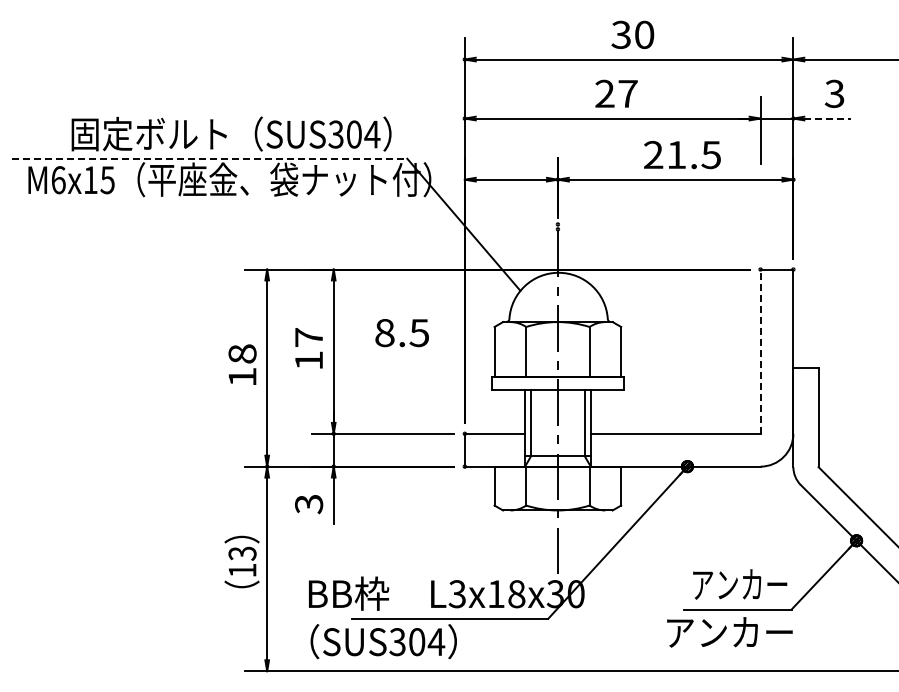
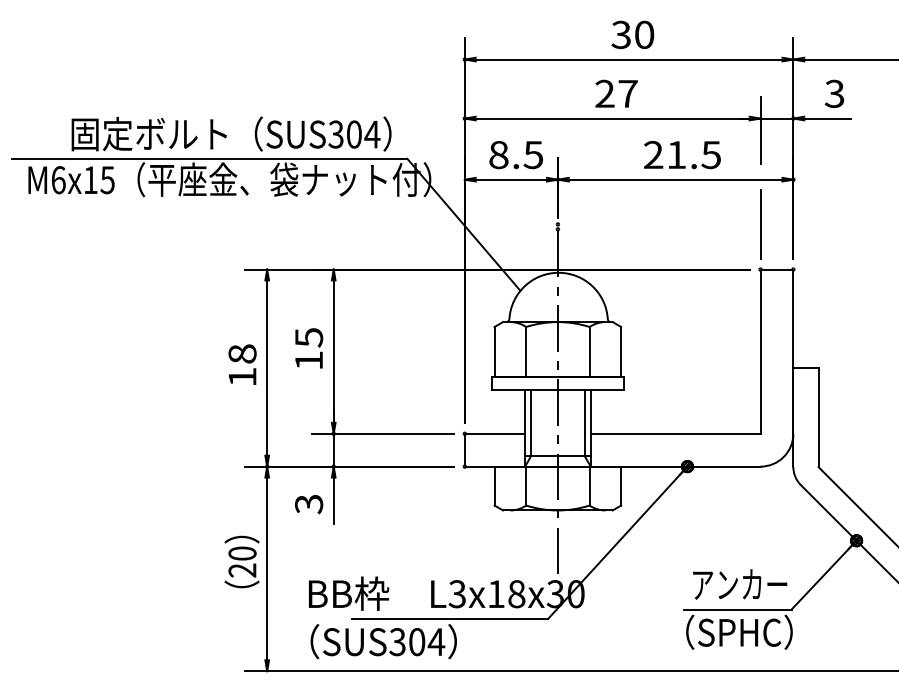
line at (827, 118): dashed -> solid
line at (209, 158): dashed -> solid
line at (760, 223): none -> present
text at (401, 333) position: (401, 333) -> (515, 155)
text at (309, 337): 17 -> 15
line at (760, 351): dashed -> solid
text at (242, 561): 13 -> 20
text at (729, 631): アンカー -> （SPHC）
